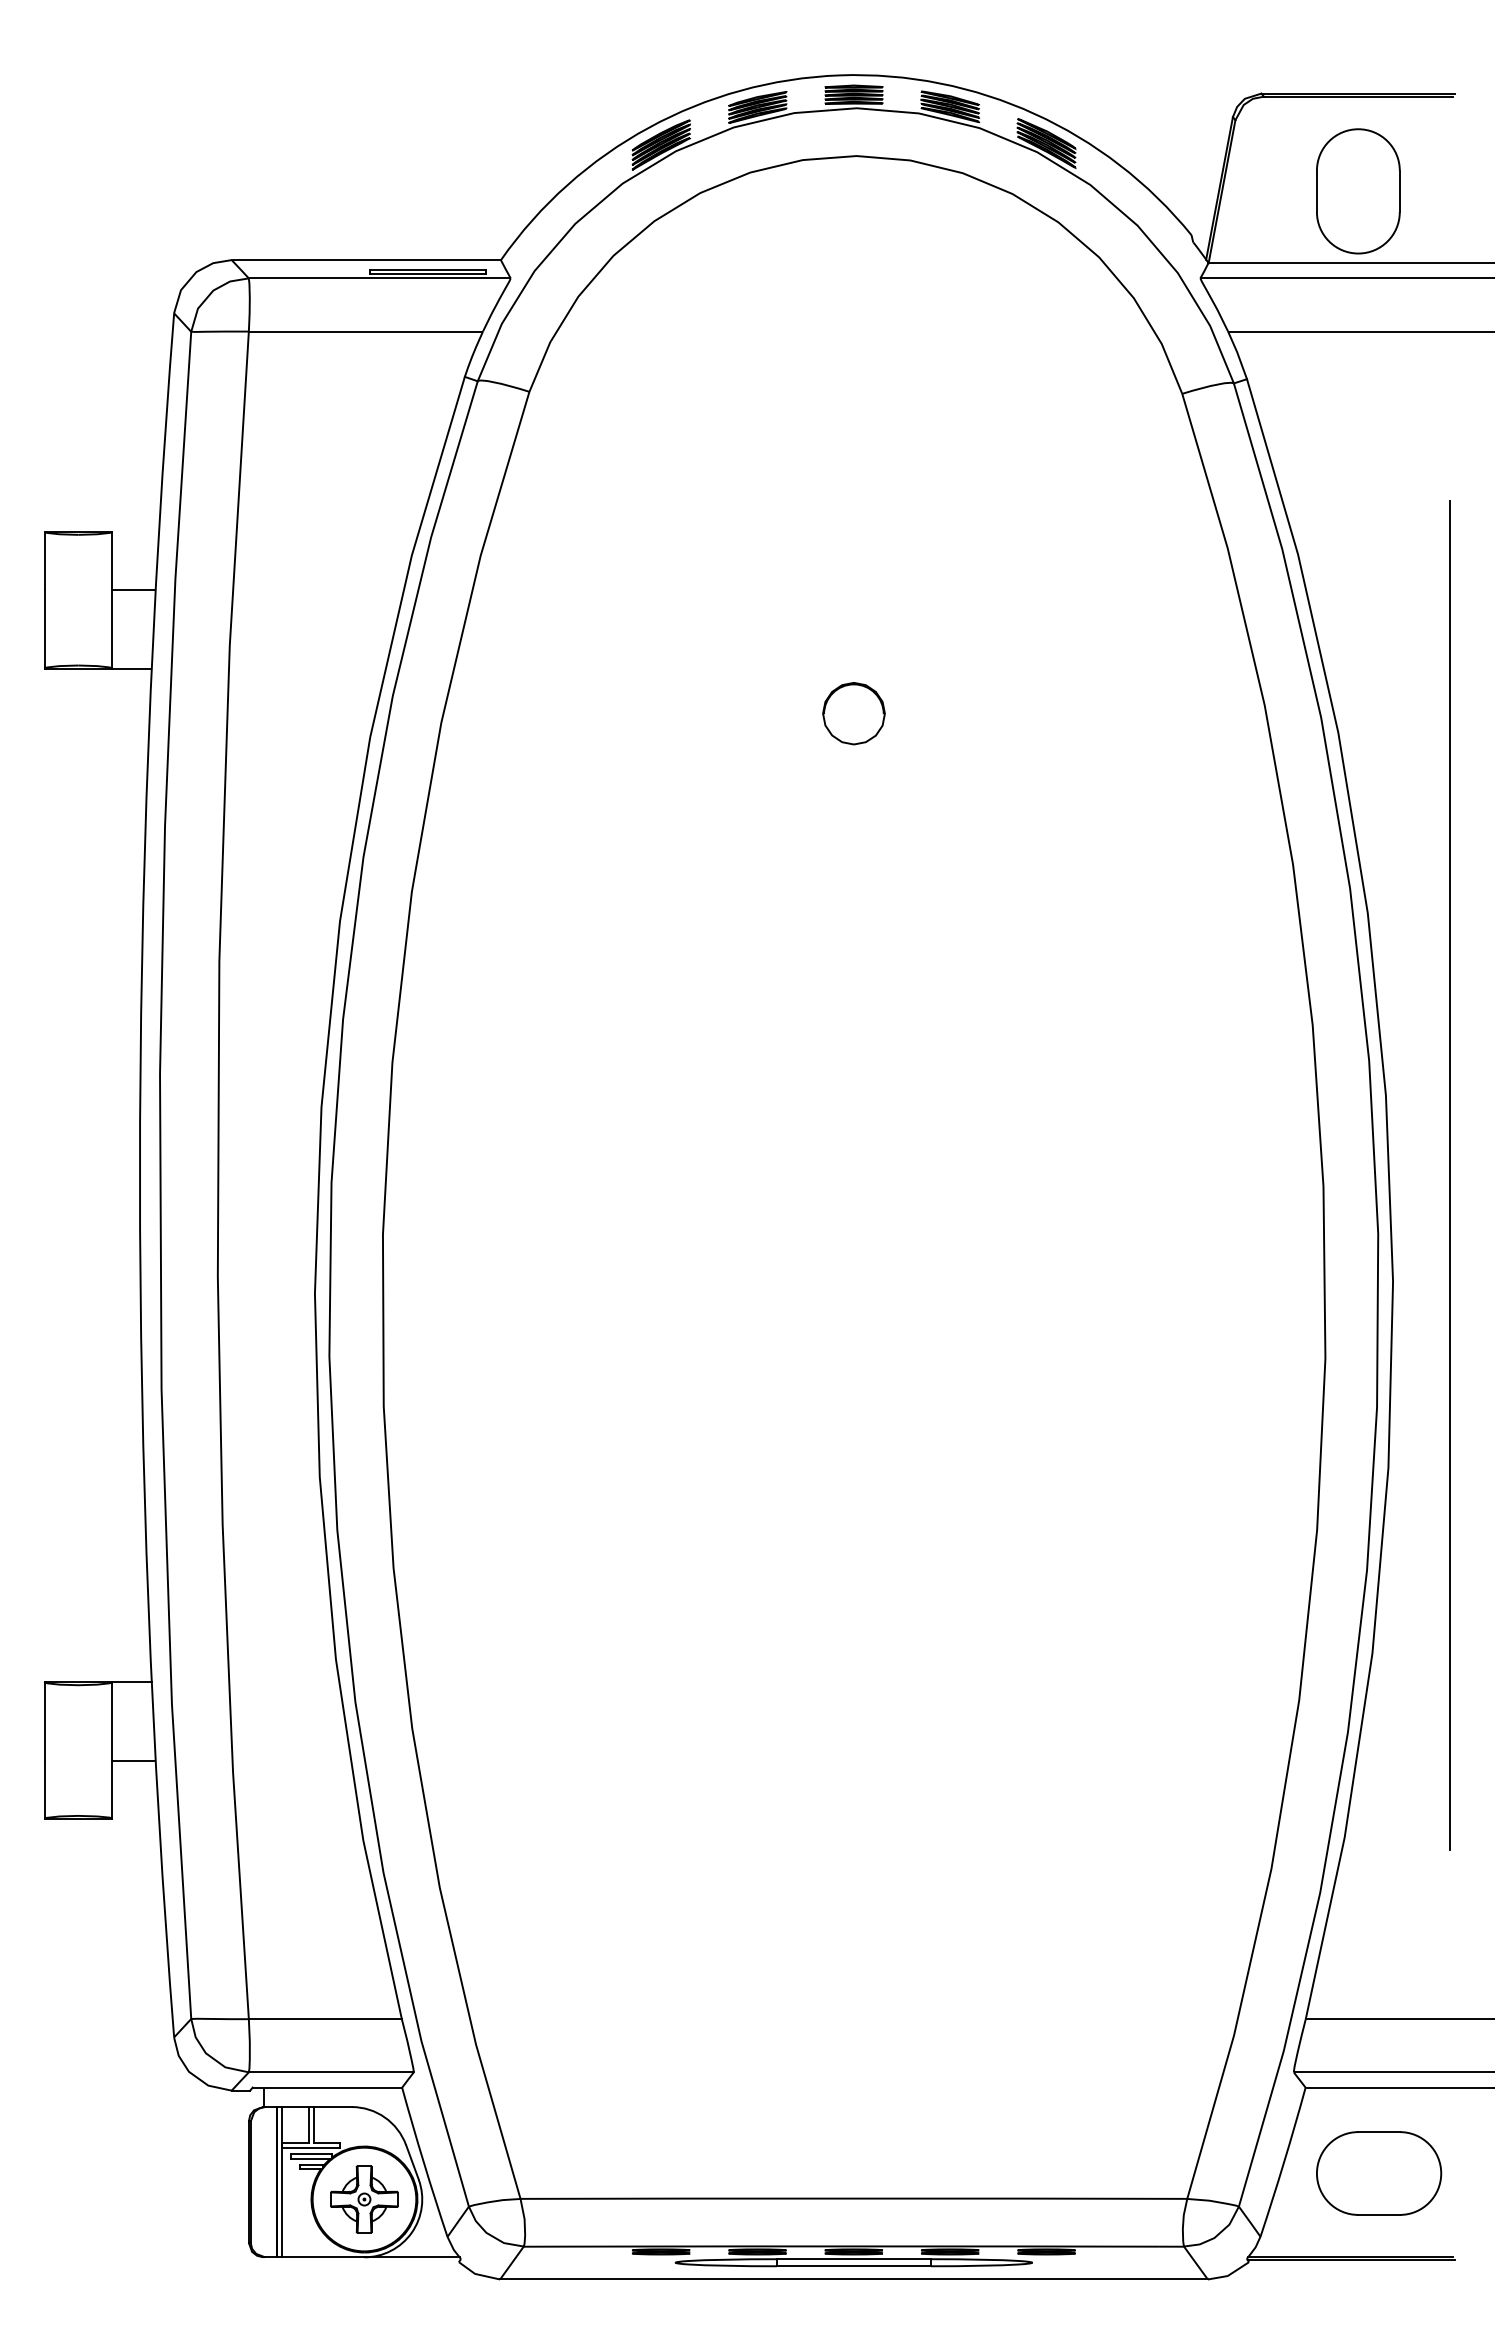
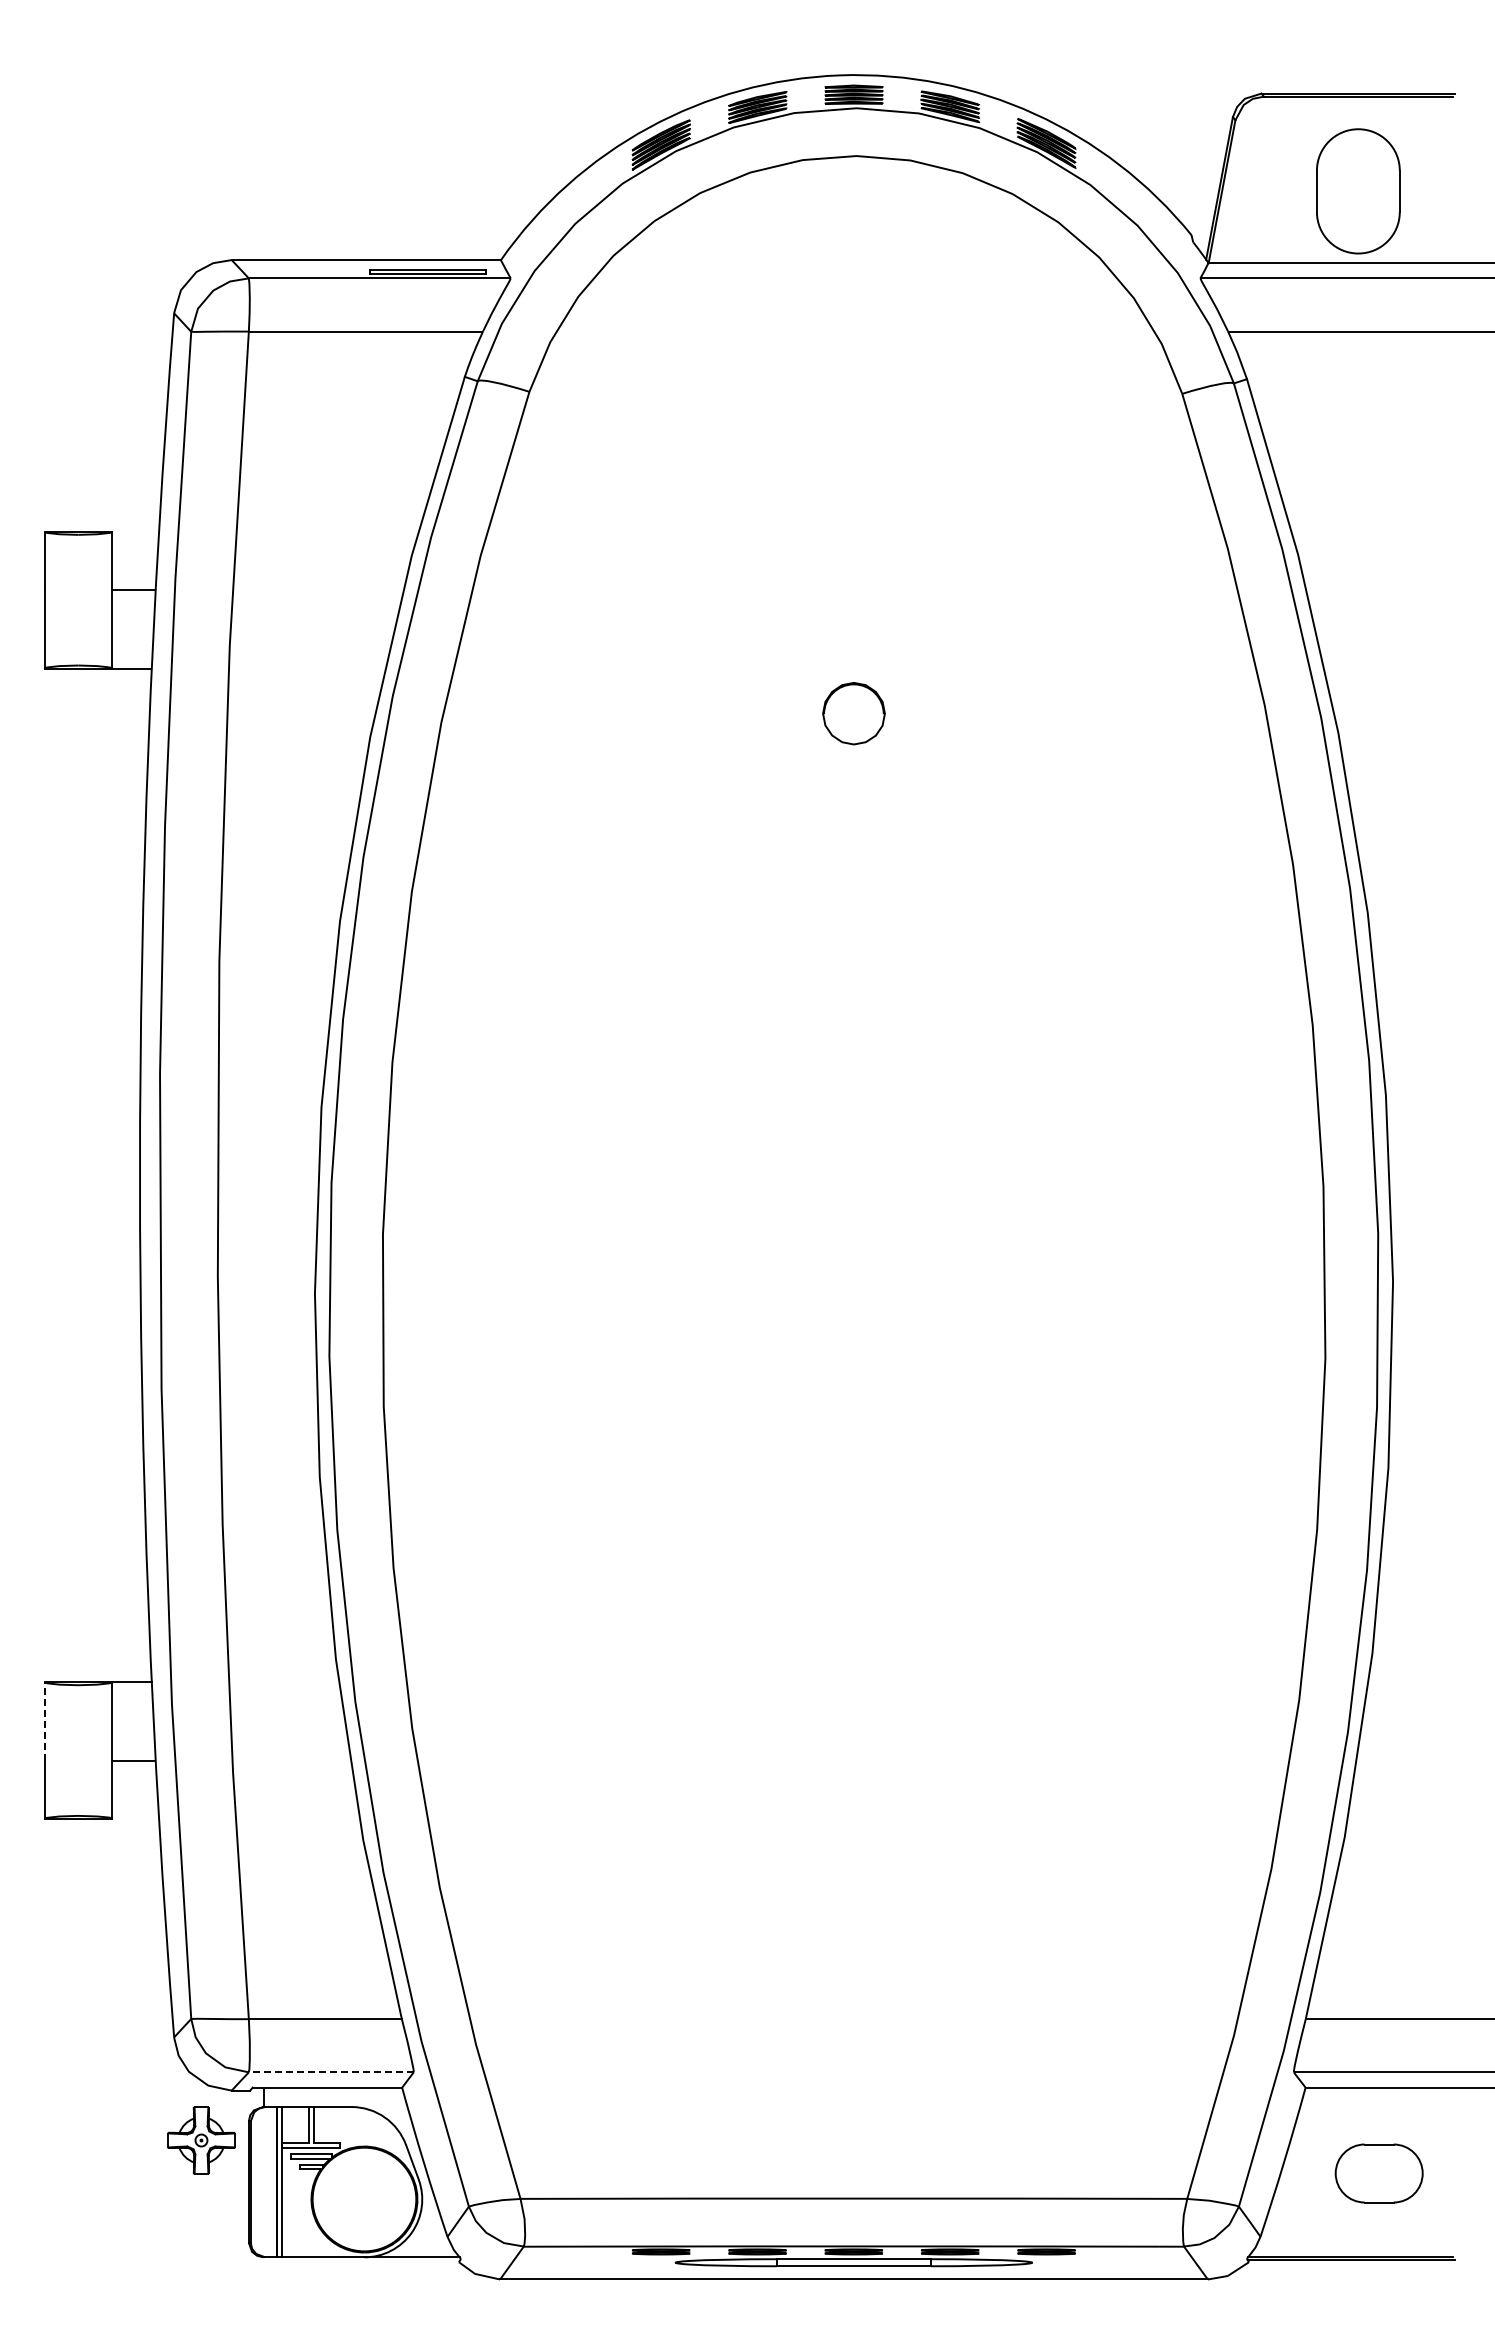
line at (1450, 1174): present -> none
line at (44, 1721): solid -> dashed
line at (330, 2072): solid -> dashed
part at (1379, 2173) size: 127x85 px -> 90x61 px
part at (364, 2199) position: (364, 2199) -> (201, 2140)
